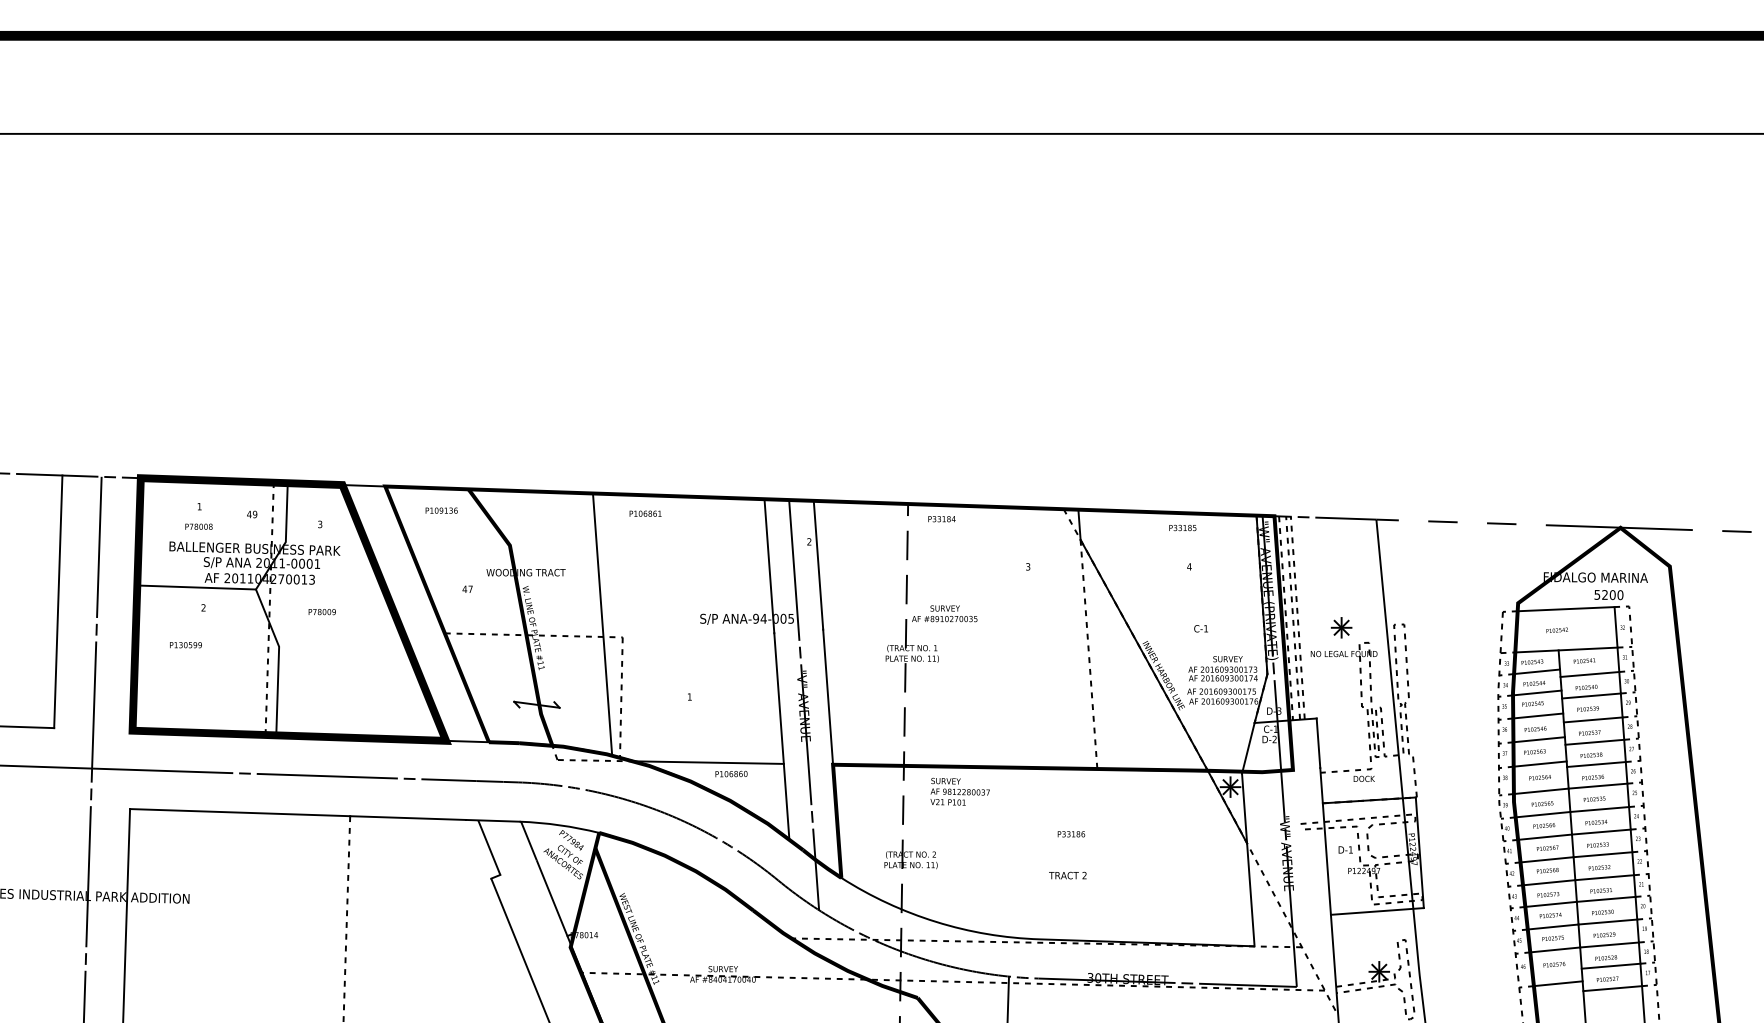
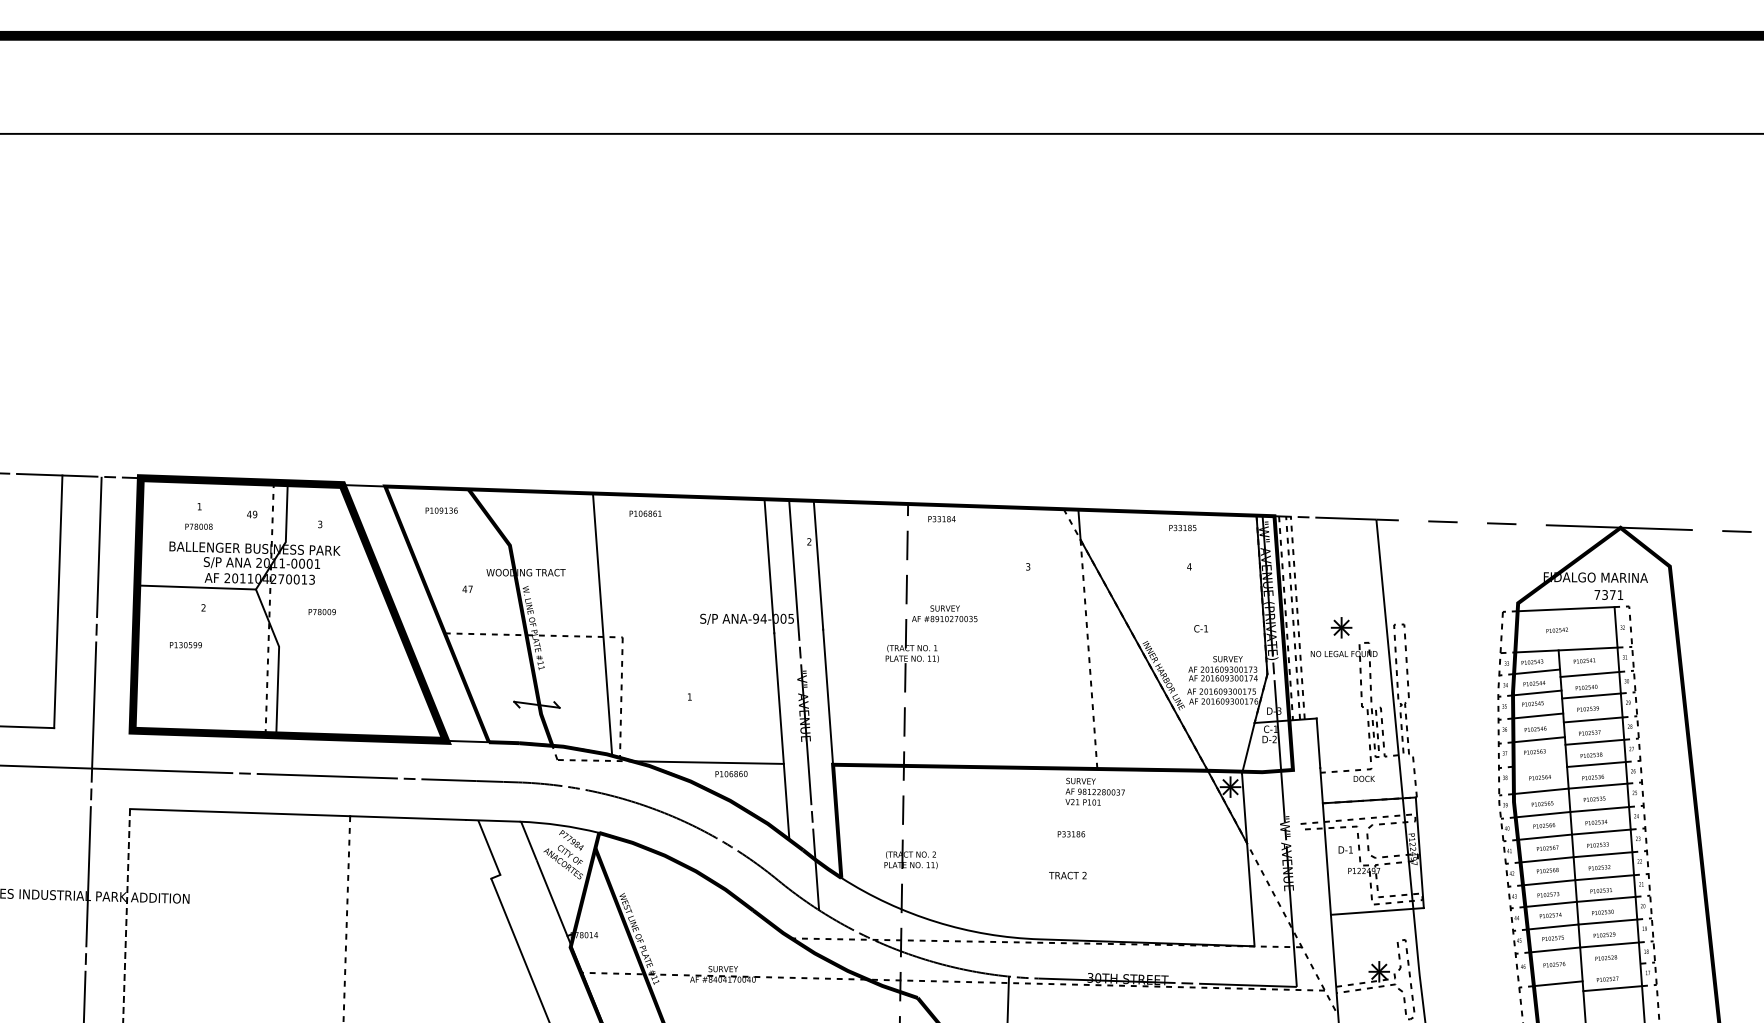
text at (1608, 595): 5200 -> 7371
line at (1539, 763): present -> none
text at (959, 791) position: (959, 791) -> (1094, 791)
line at (126, 915): solid -> dashed
line at (1610, 965): present -> none
